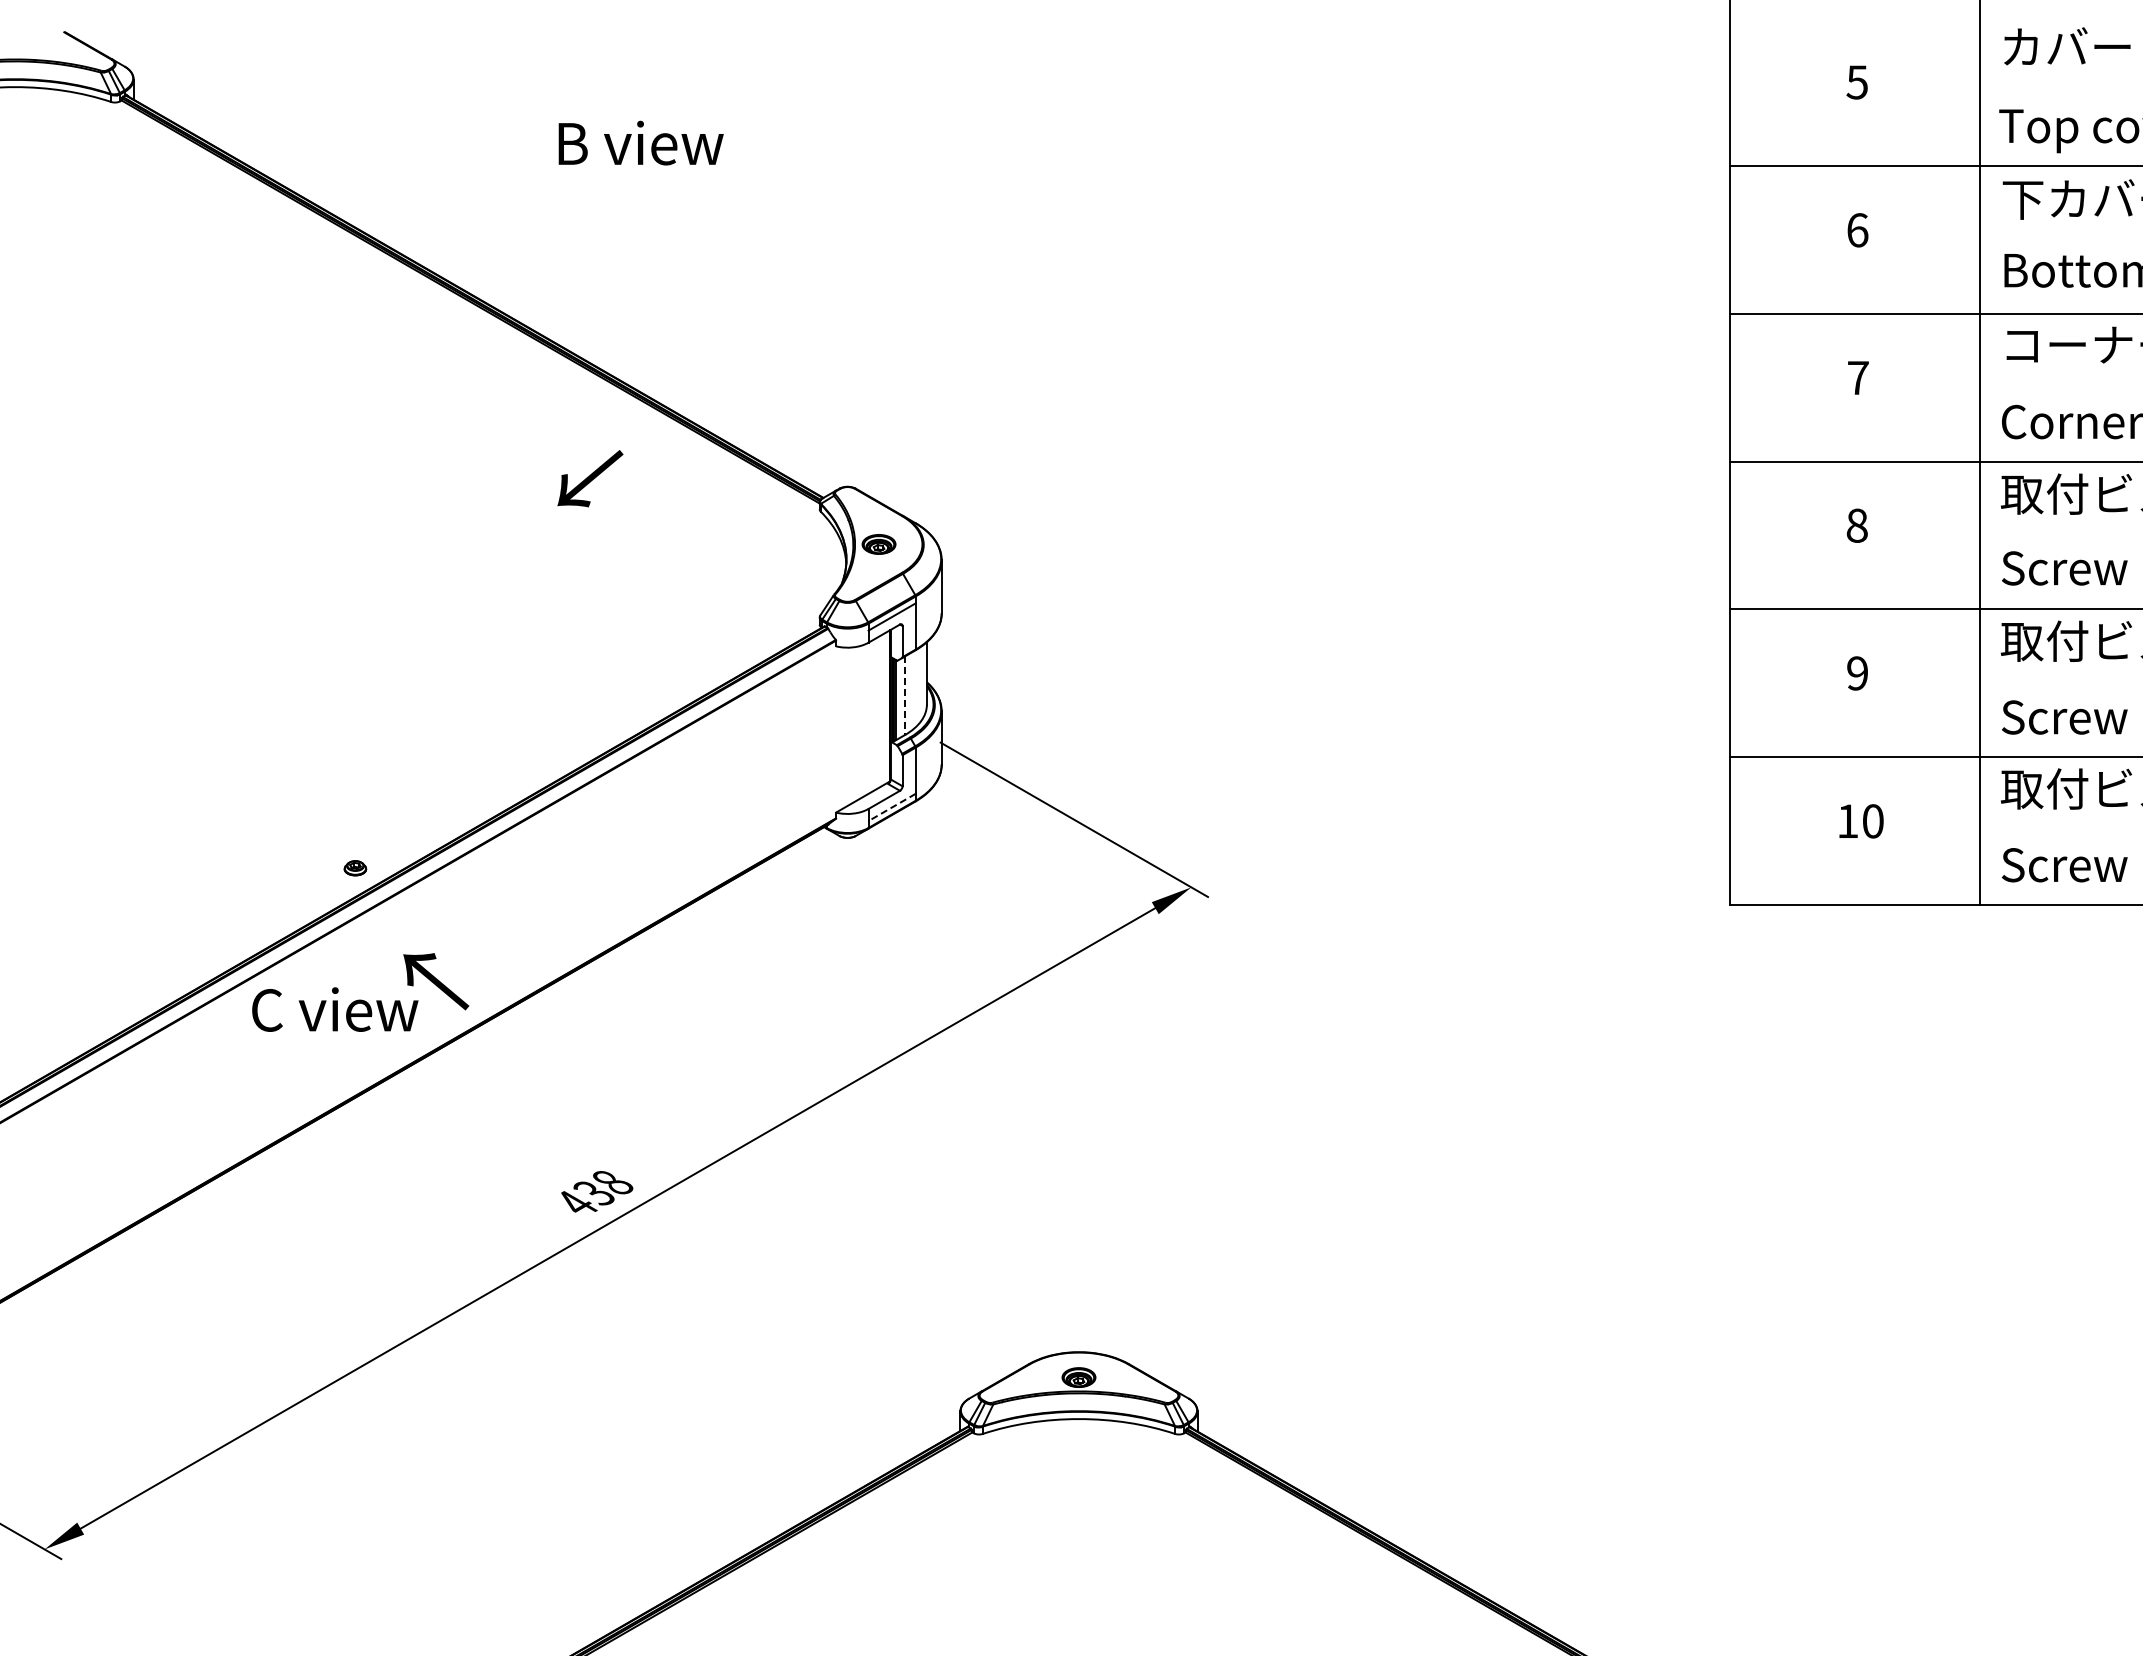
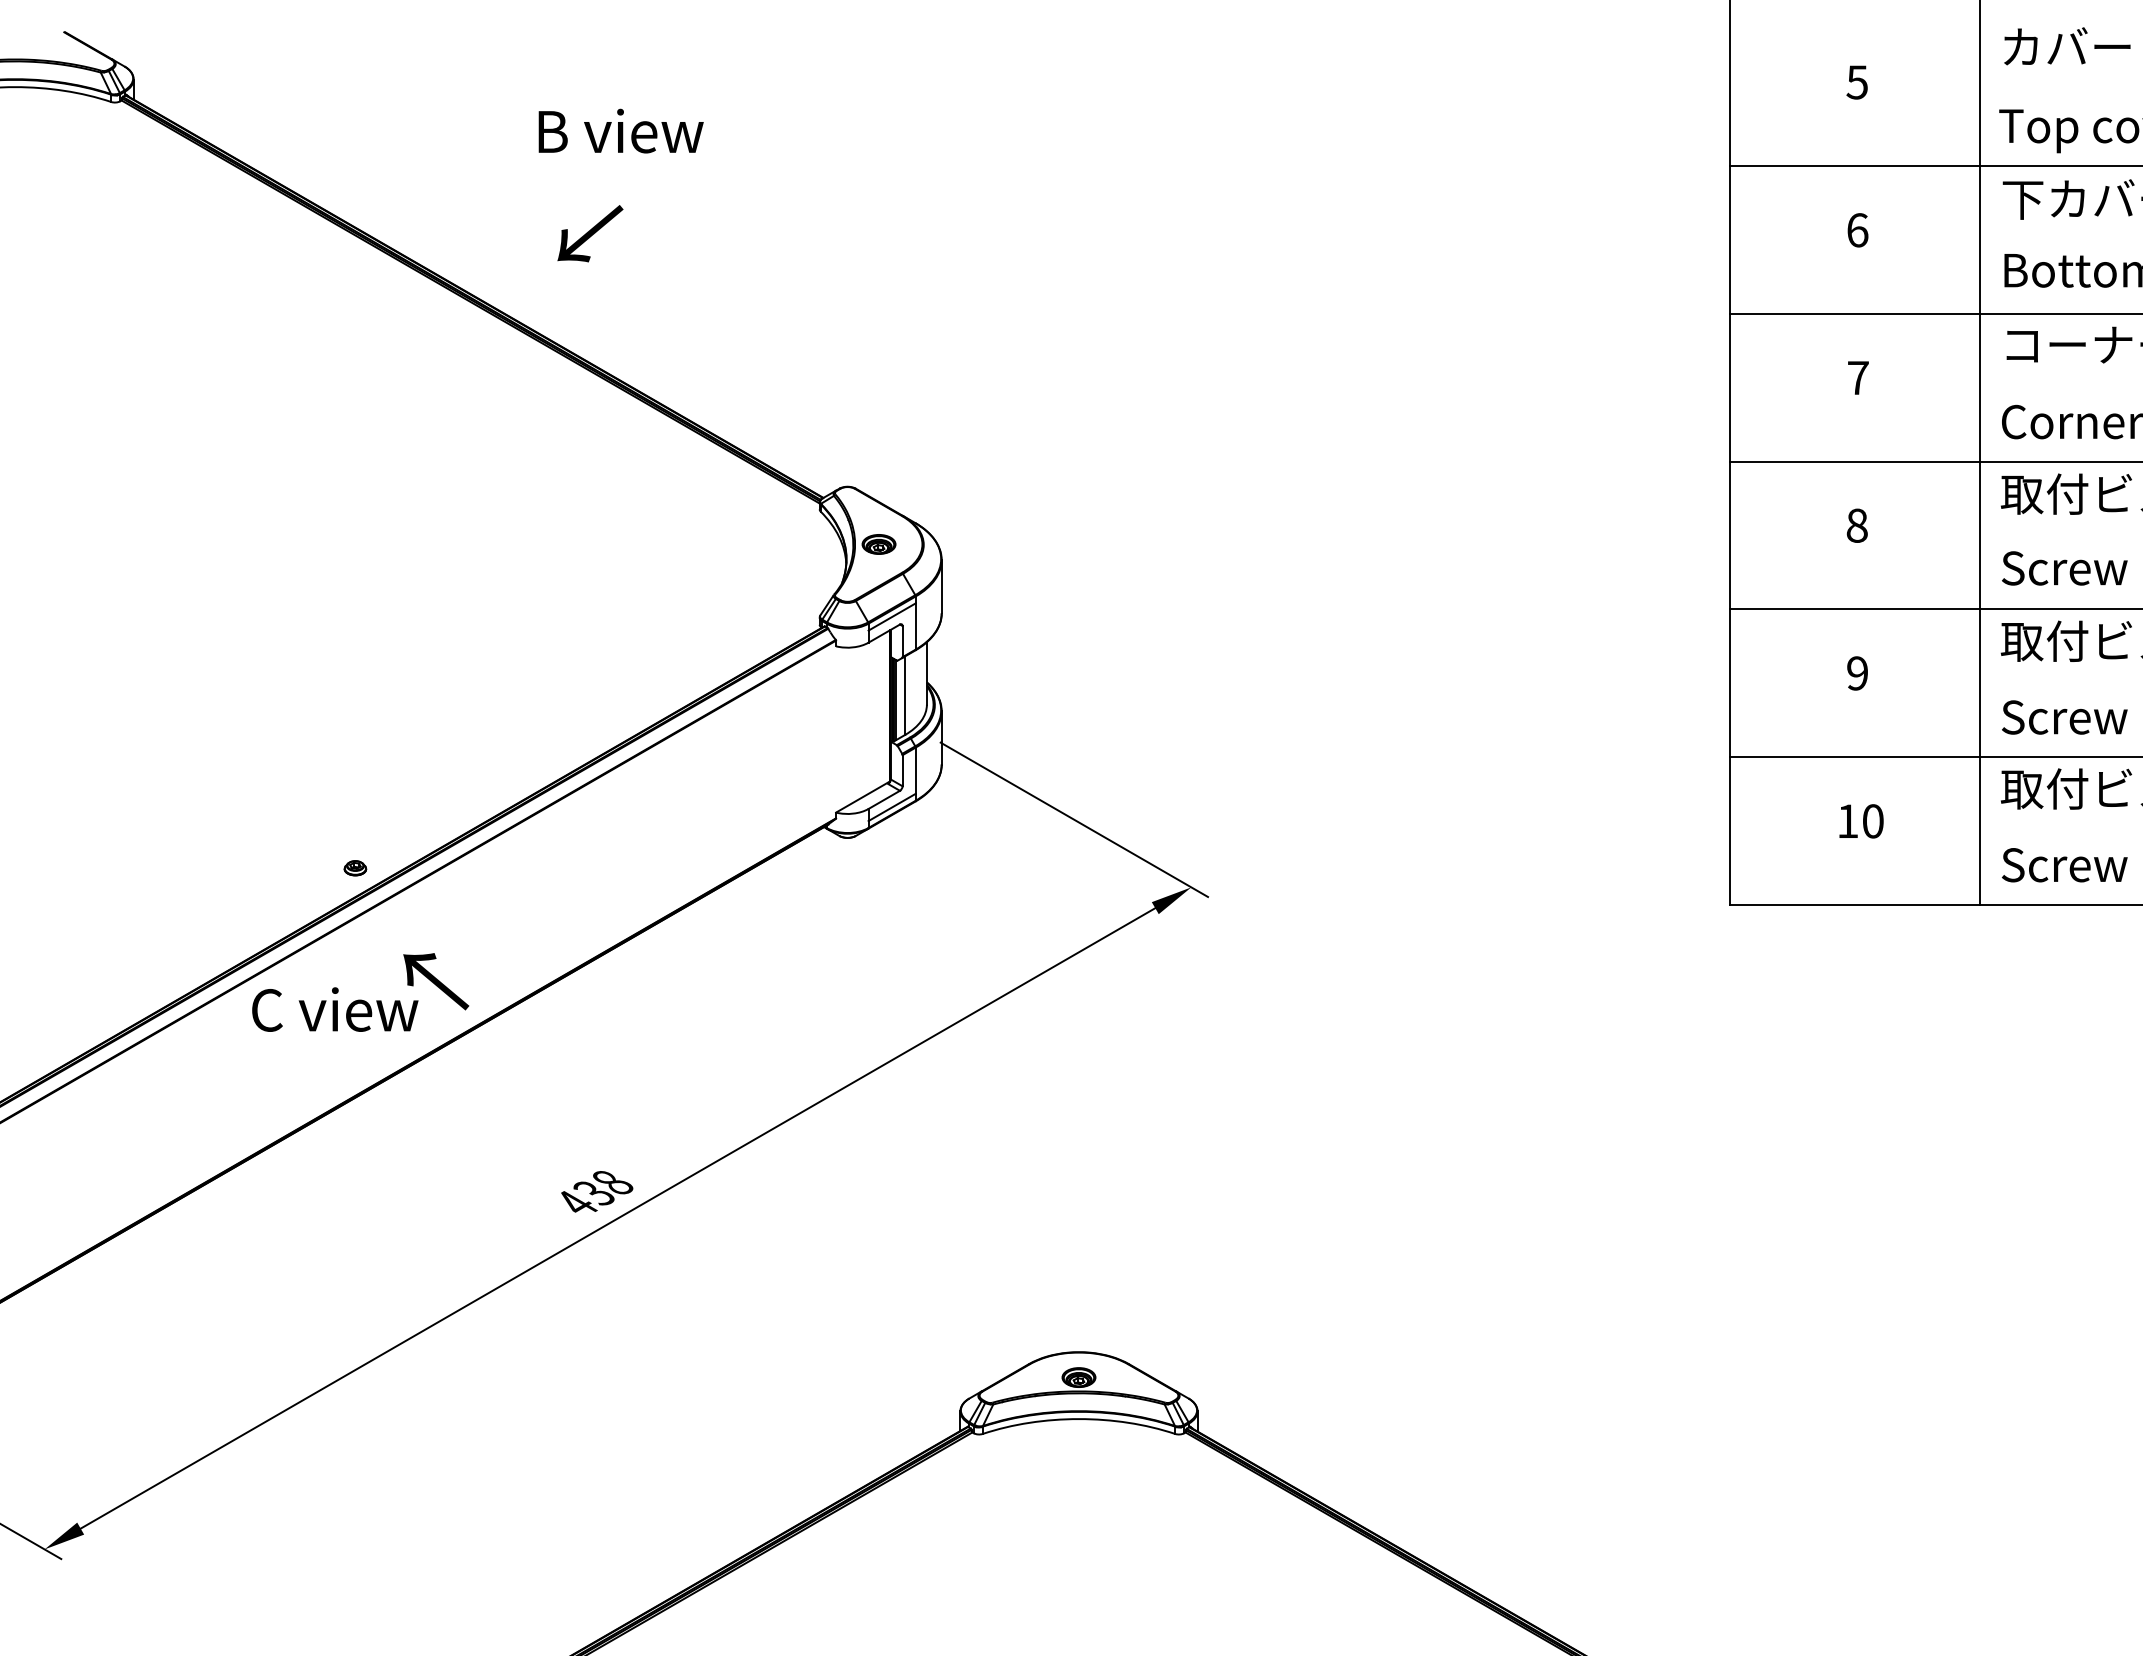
text at (640, 142) position: (640, 142) -> (620, 130)
text at (590, 478) position: (590, 478) -> (590, 233)
line at (905, 696): dashed -> solid
line at (891, 807): dashed -> solid
